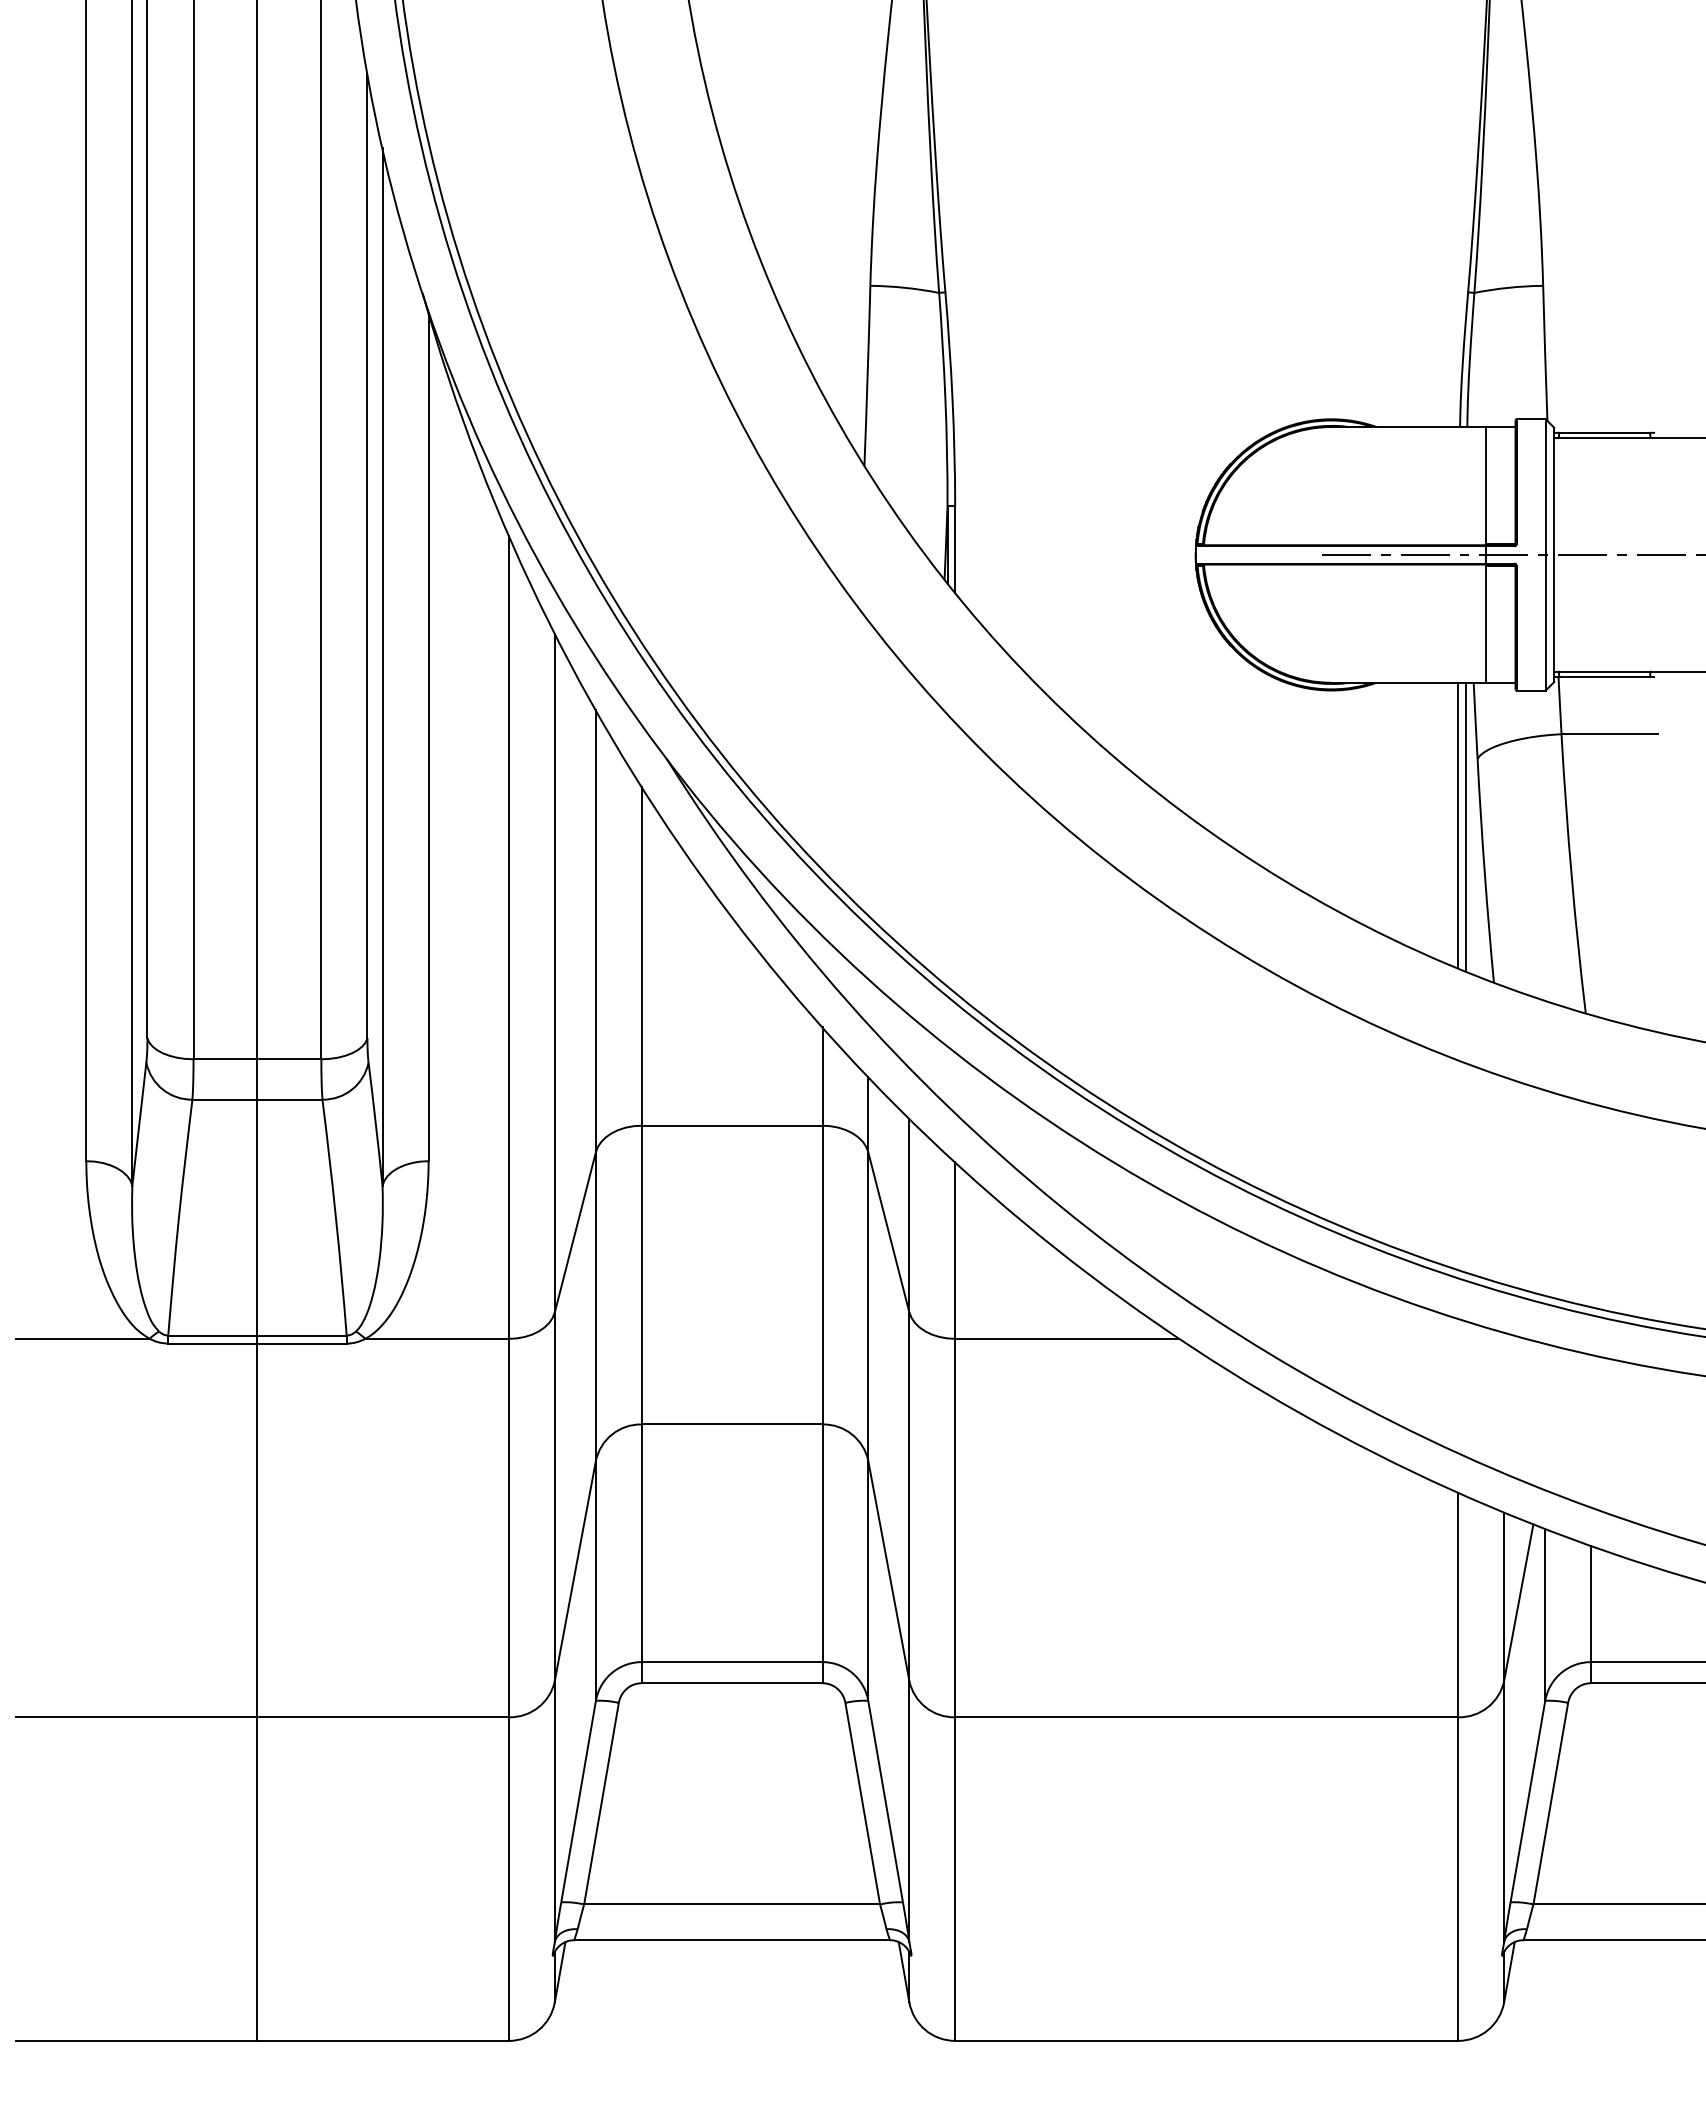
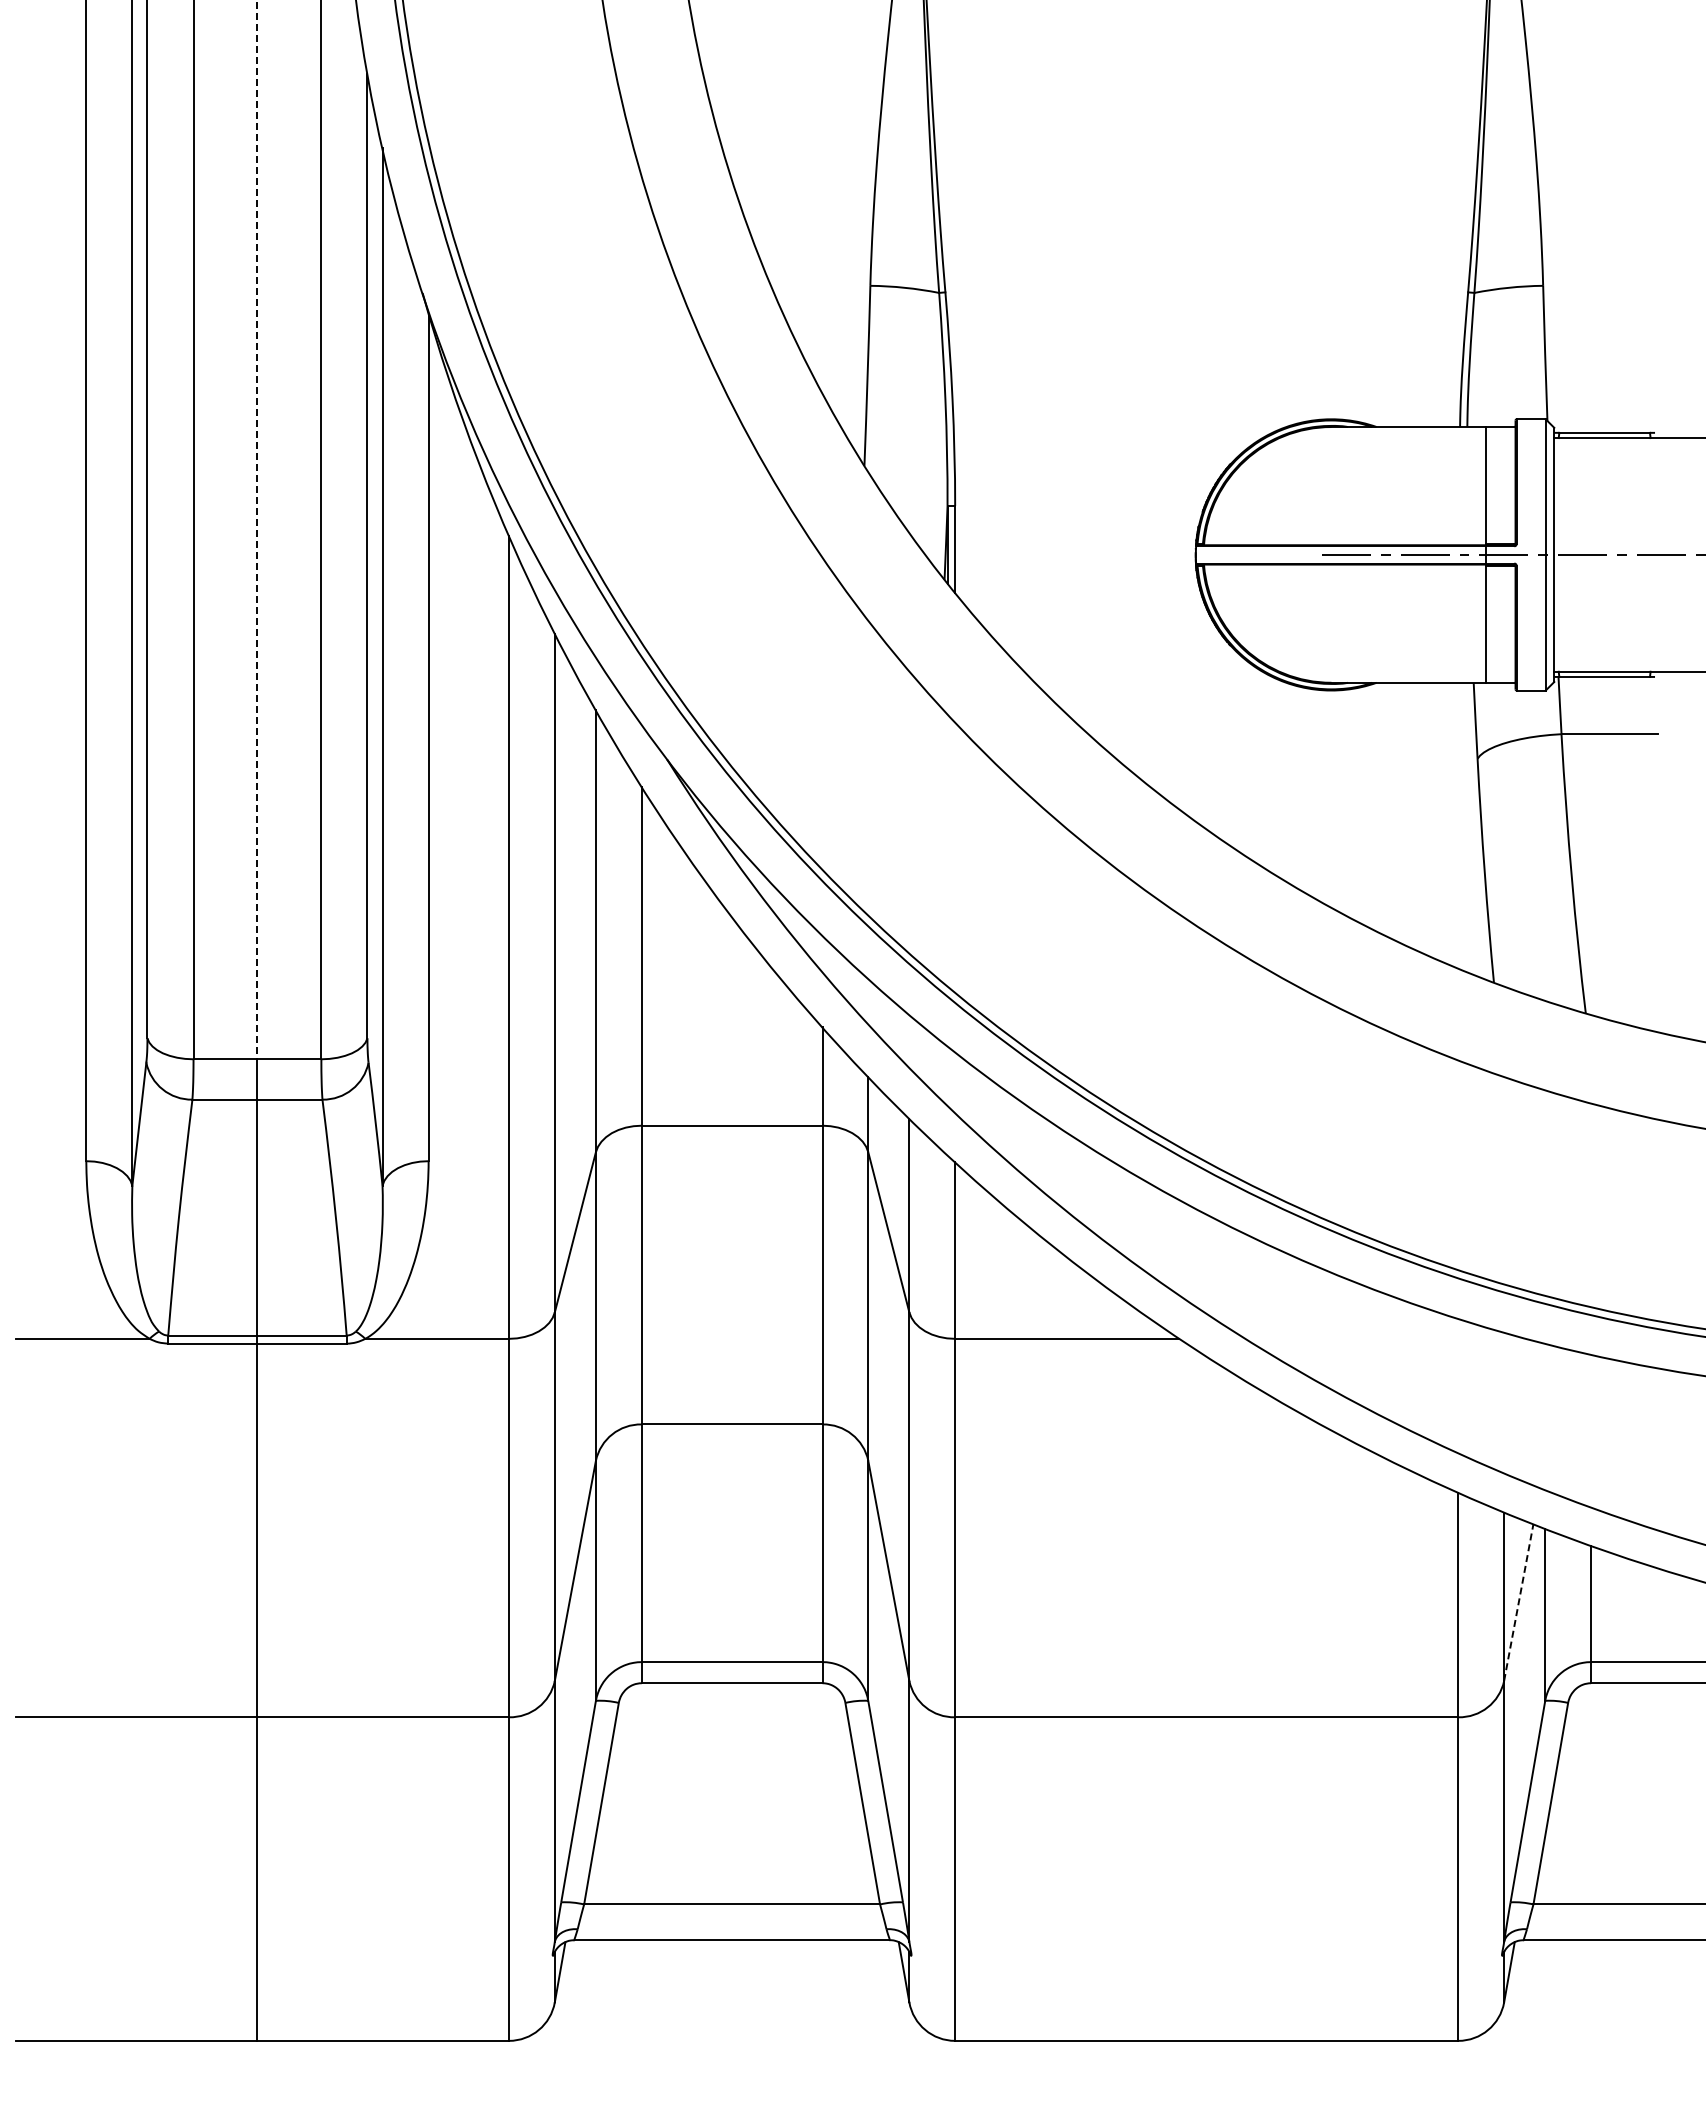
line at (257, 530): solid -> dashed
line at (1458, 825): present -> none
line at (1465, 826): present -> none
line at (1518, 1602): solid -> dashed
